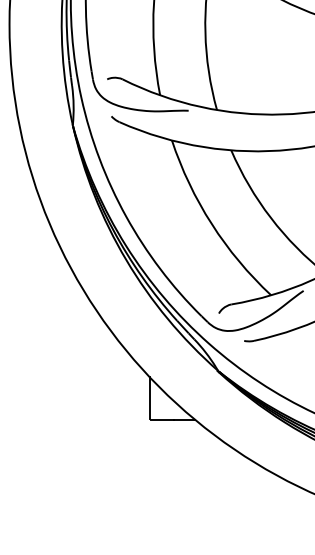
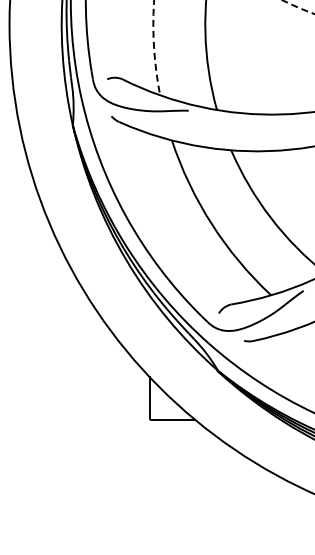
arc at (298, 7): solid -> dashed
arc at (154, 48): solid -> dashed
